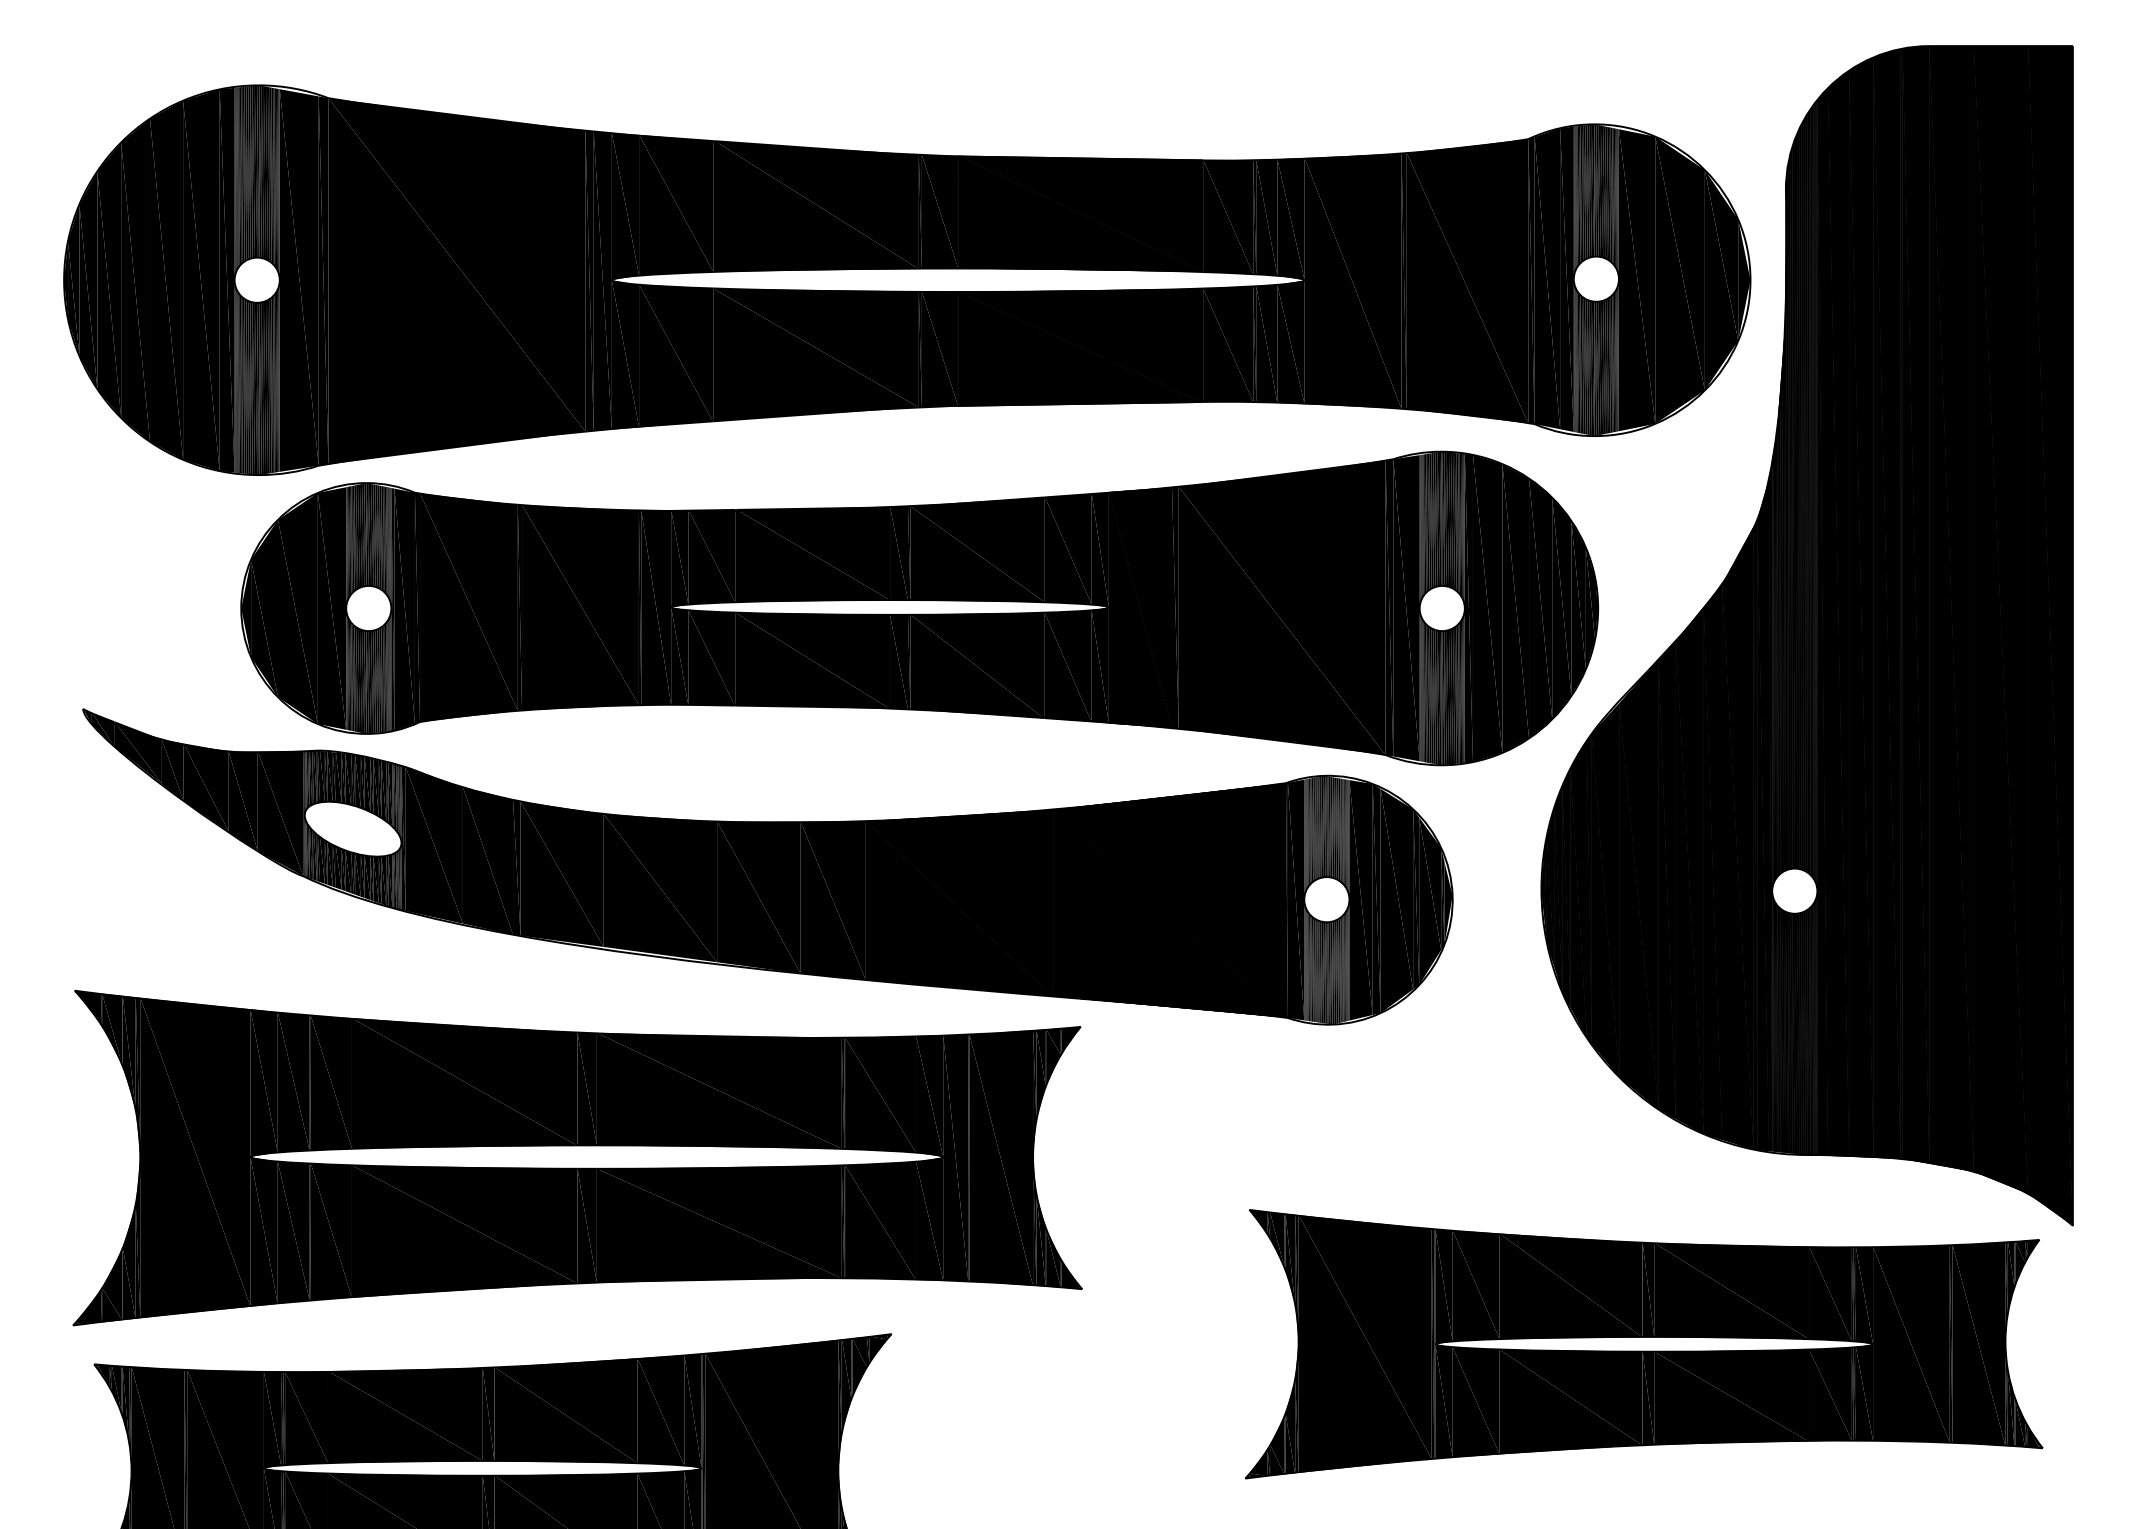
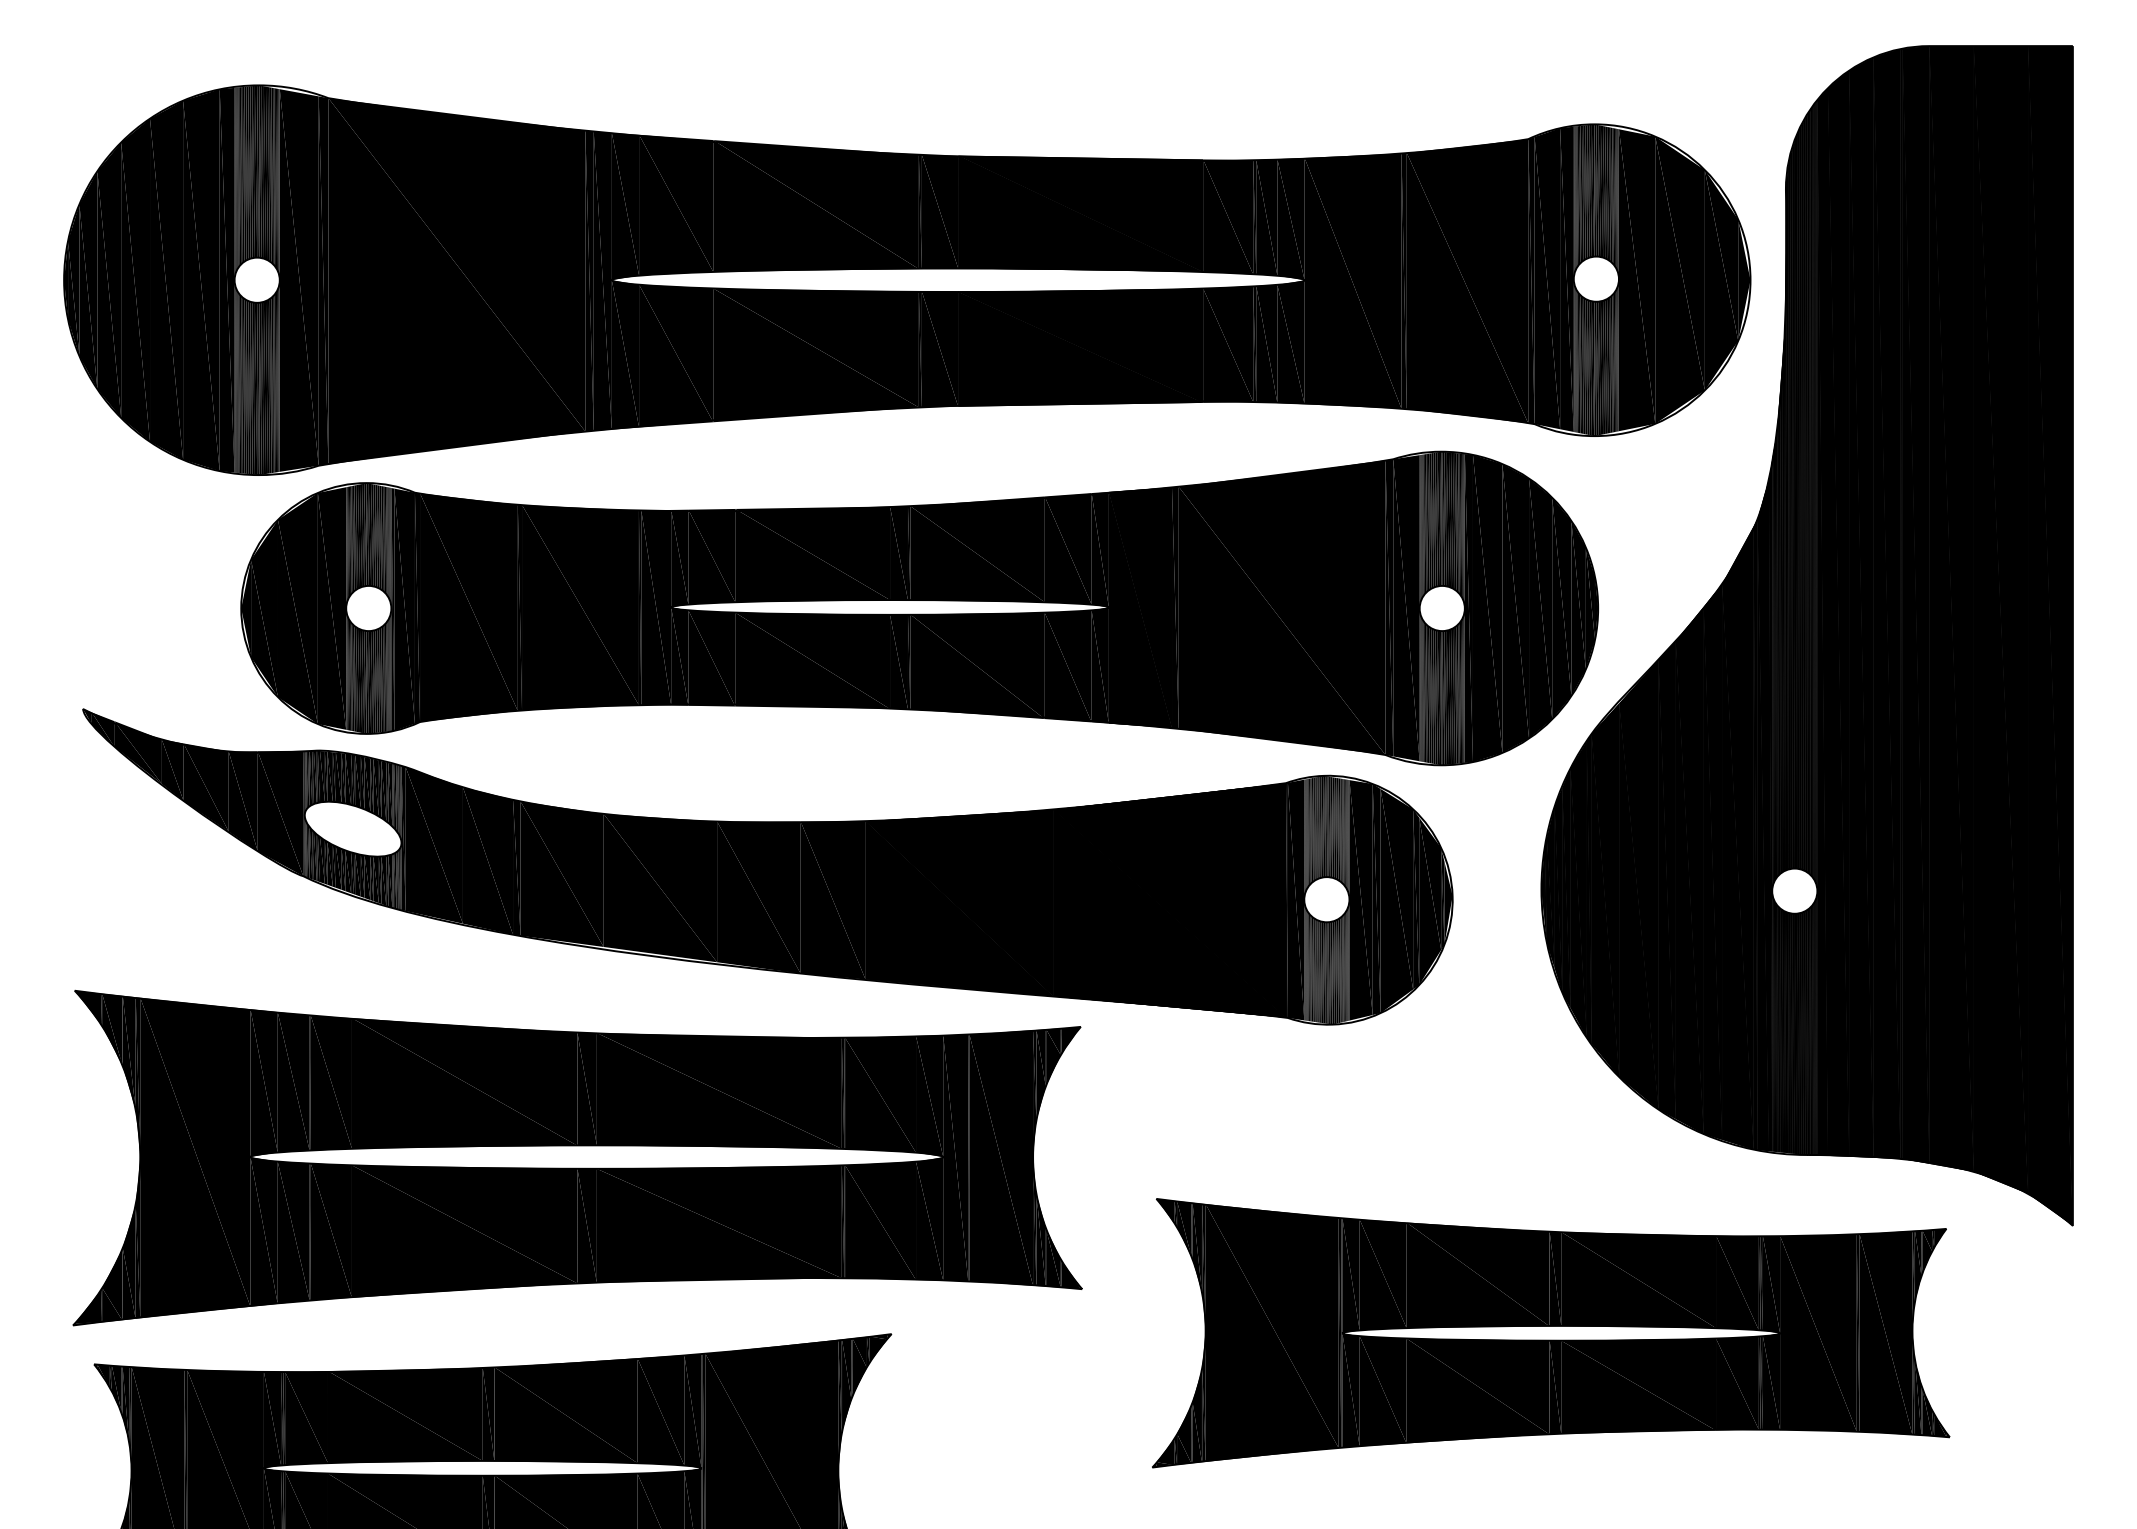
part at (1644, 1344) position: (1644, 1344) -> (1551, 1333)
